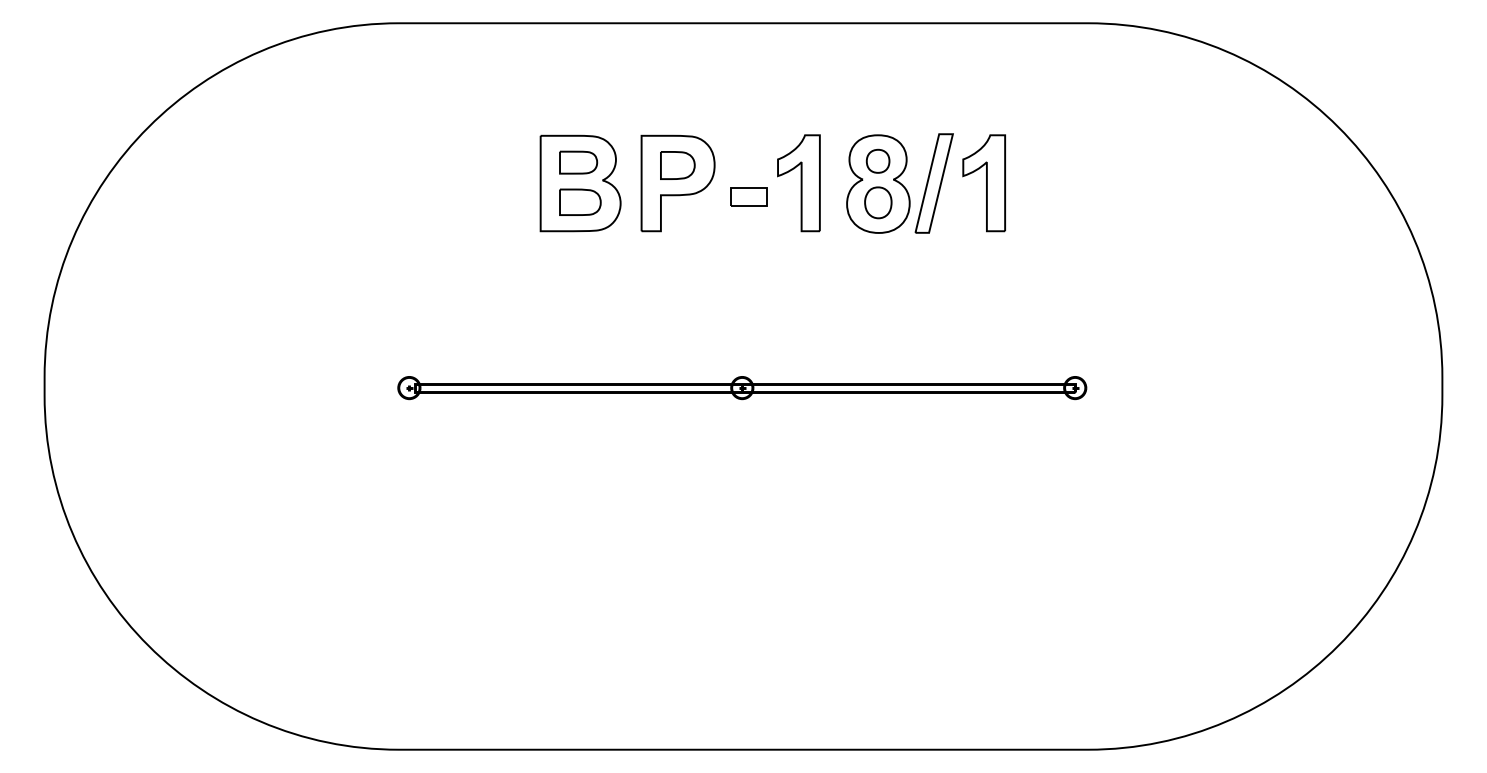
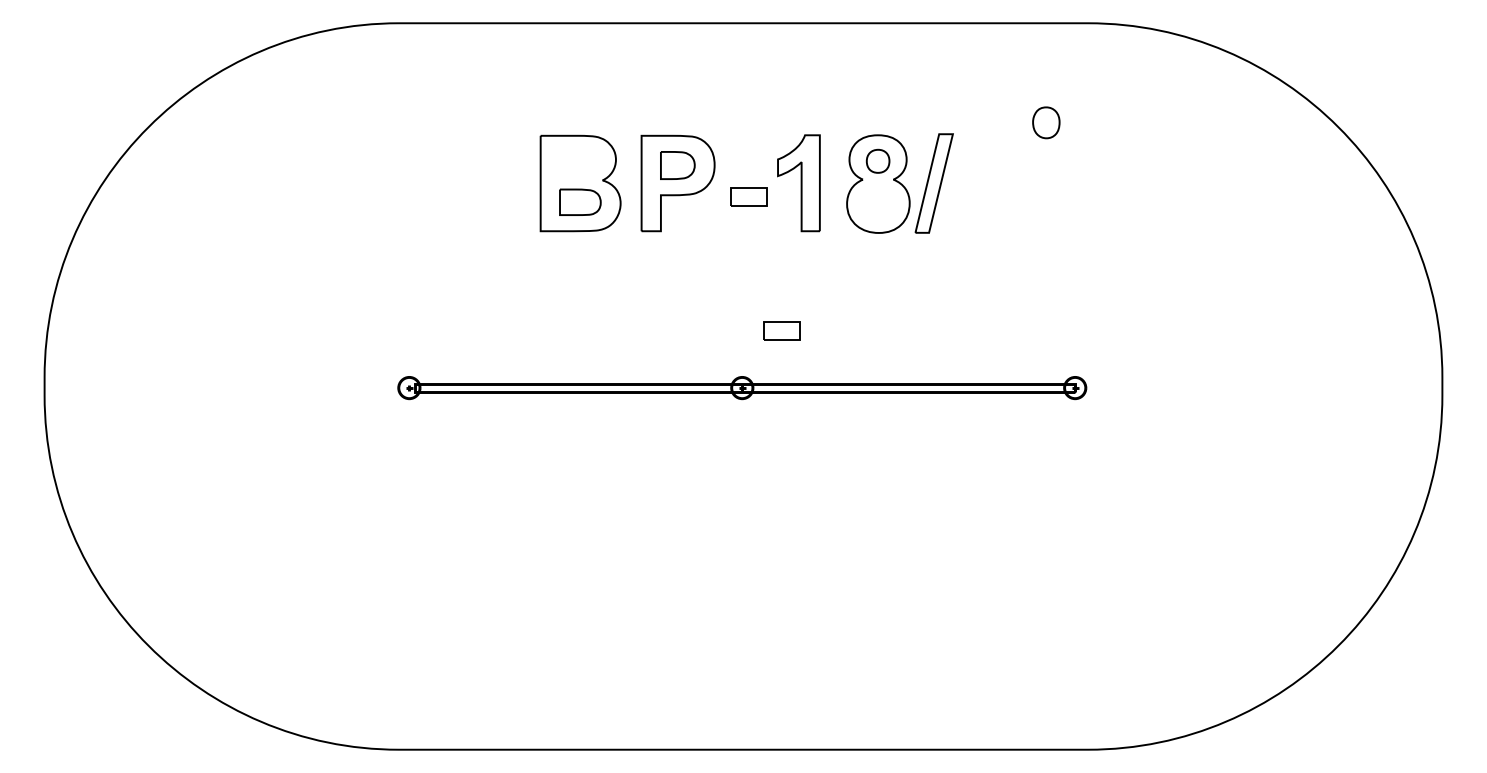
part at (578, 162): present -> none
part at (983, 183): present -> none
part at (878, 202) position: (878, 202) -> (1046, 122)
part at (781, 330): none -> present
